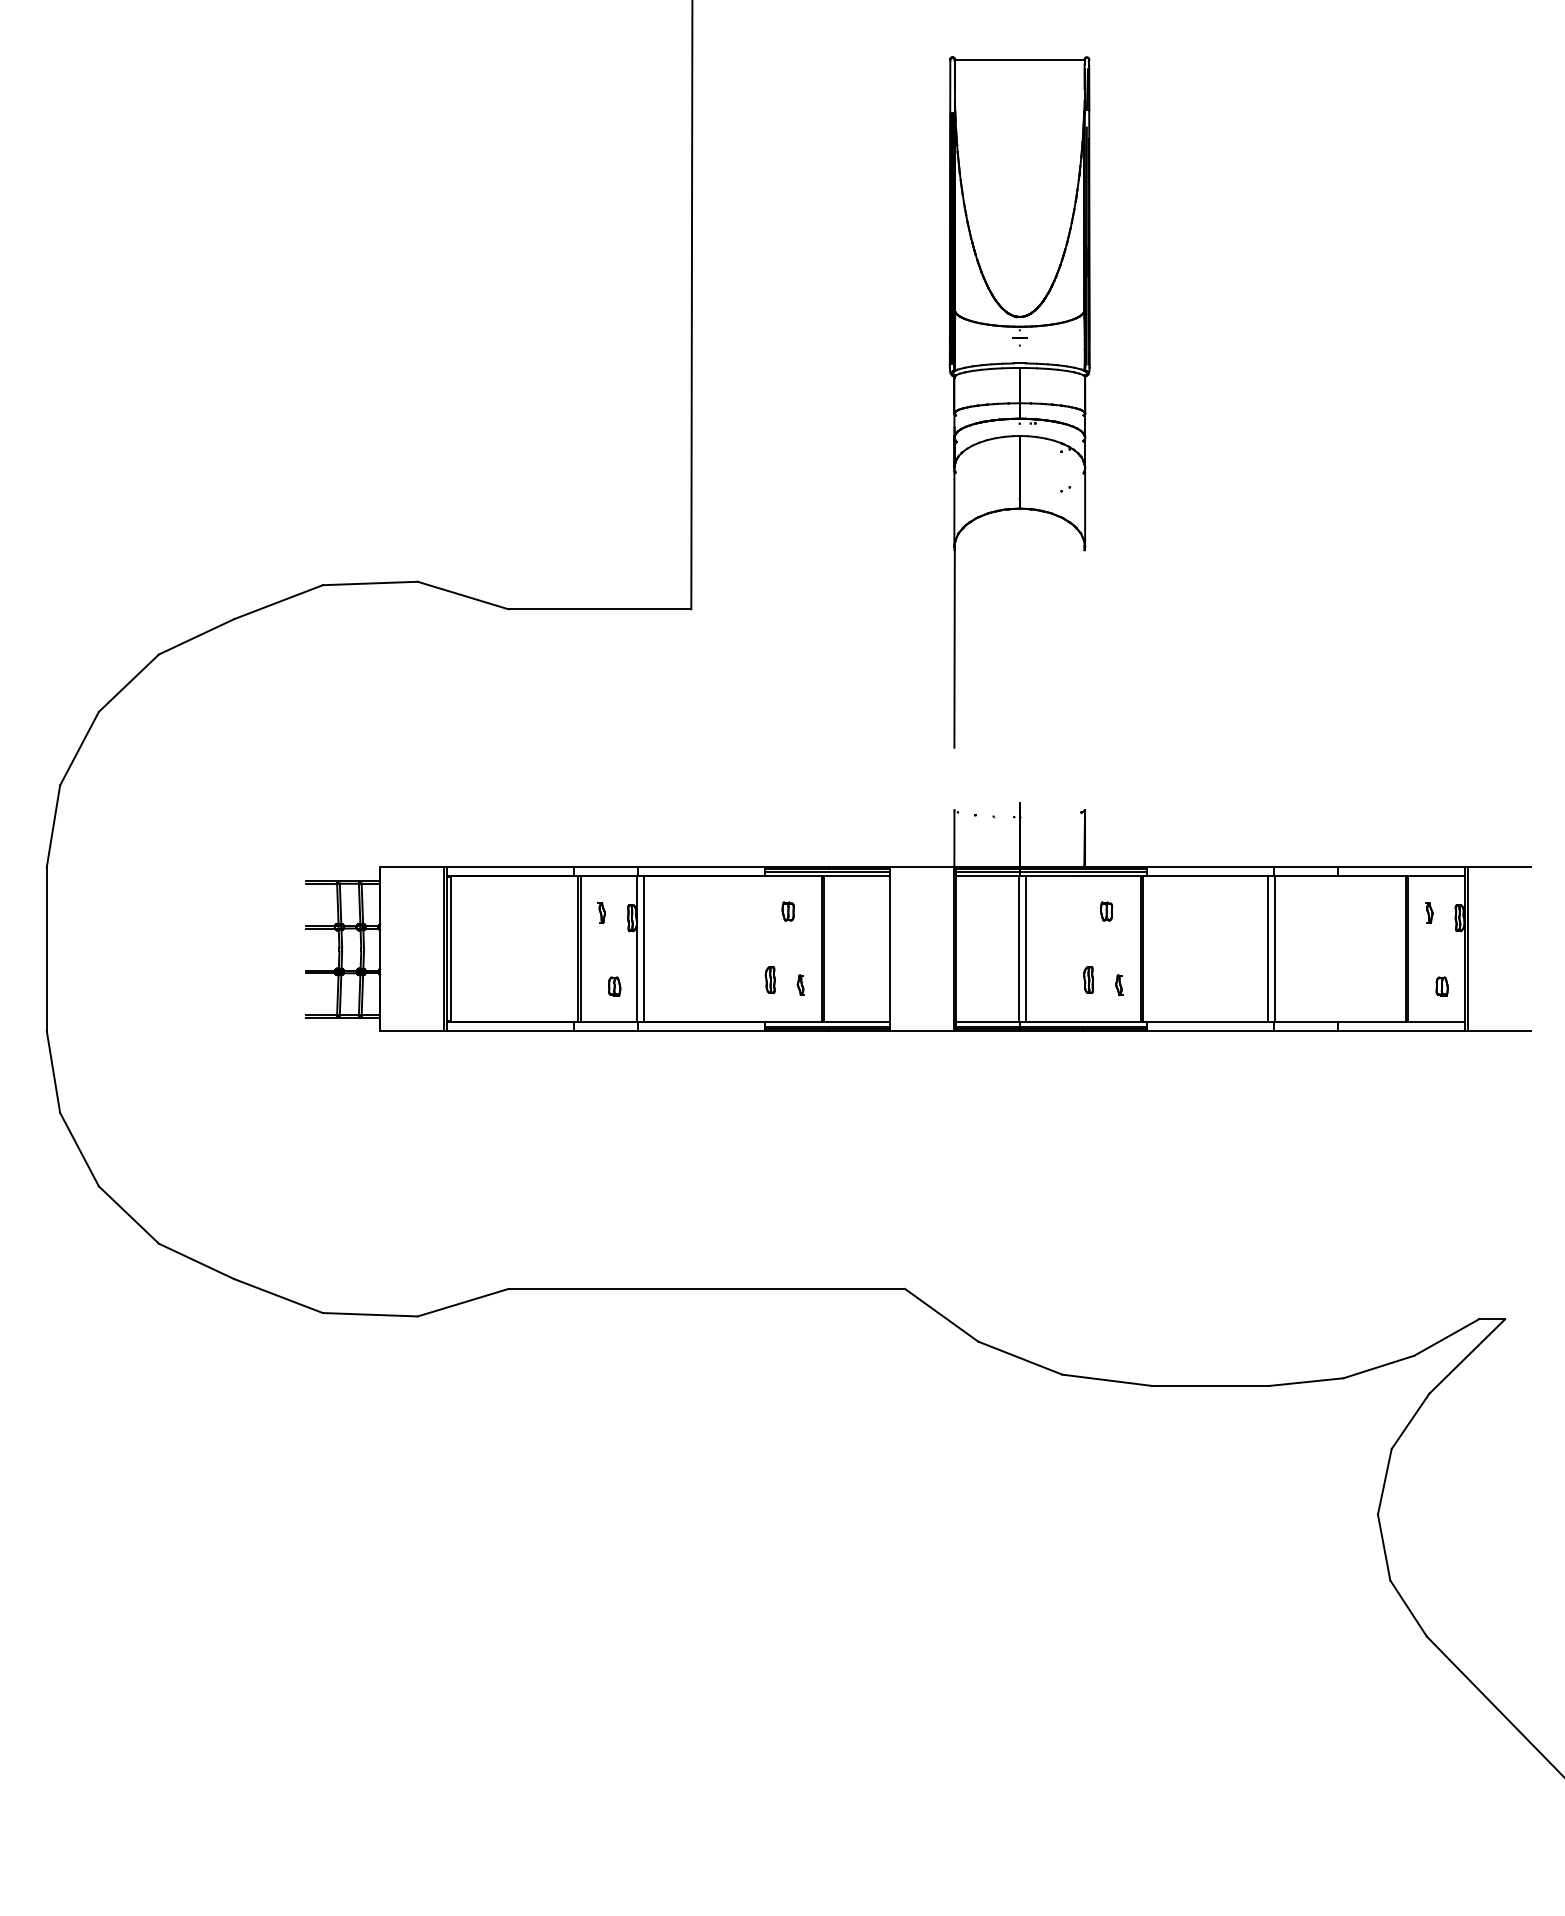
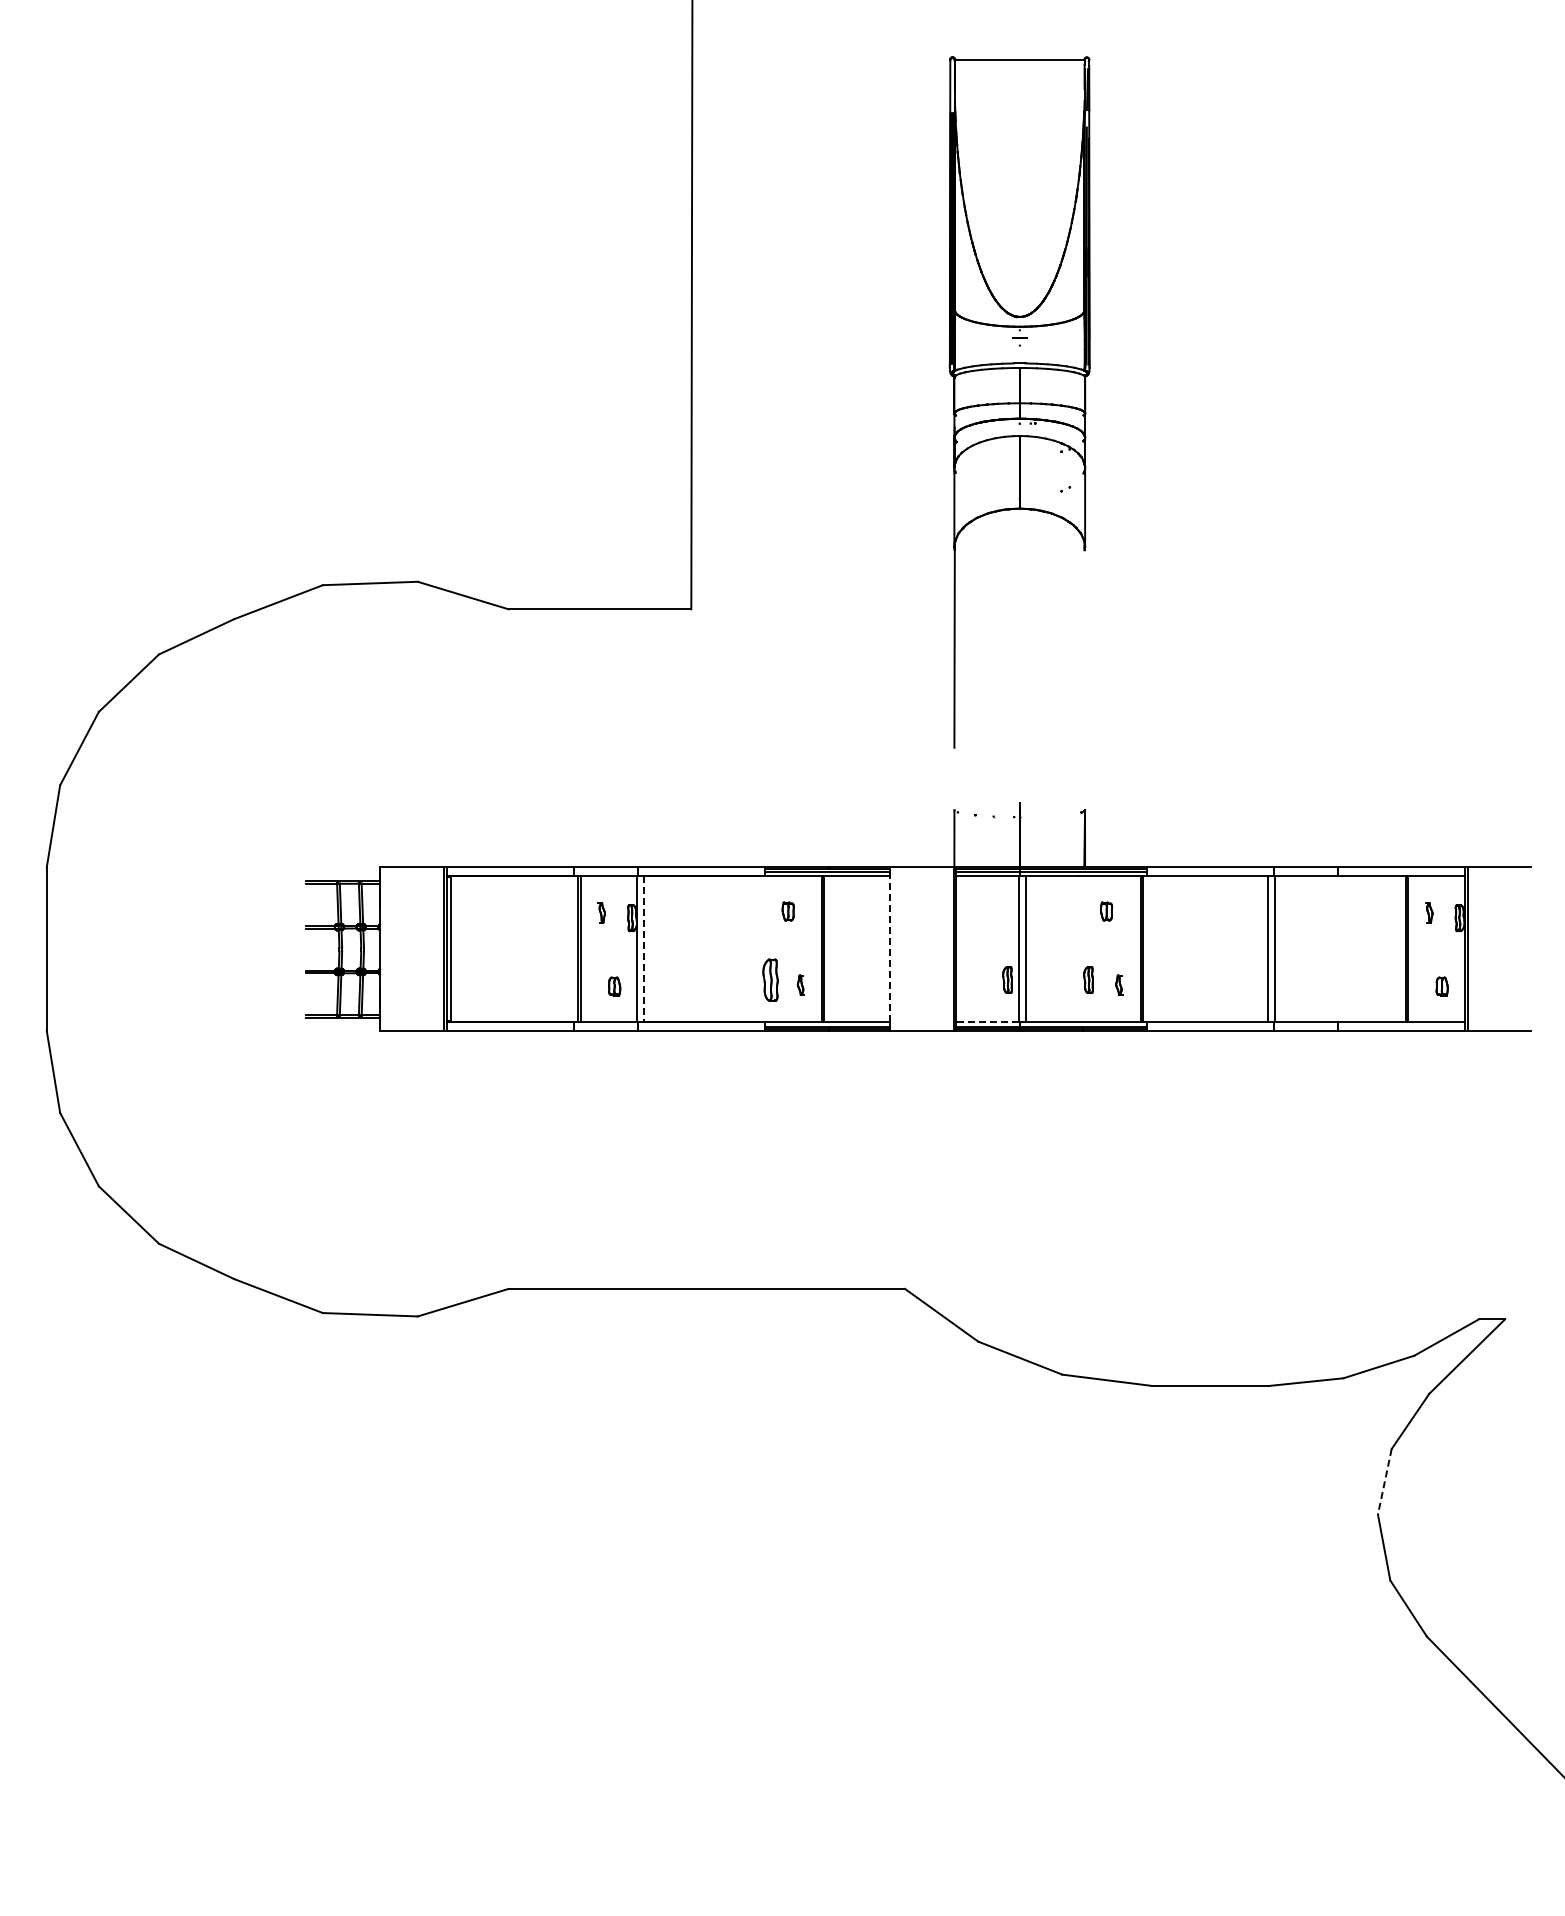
line at (890, 948): solid -> dashed
line at (643, 949): solid -> dashed
part at (769, 979) size: 12x28 px -> 17x44 px
part at (1007, 979): none -> present
line at (987, 1022): solid -> dashed
line at (1384, 1482): solid -> dashed
